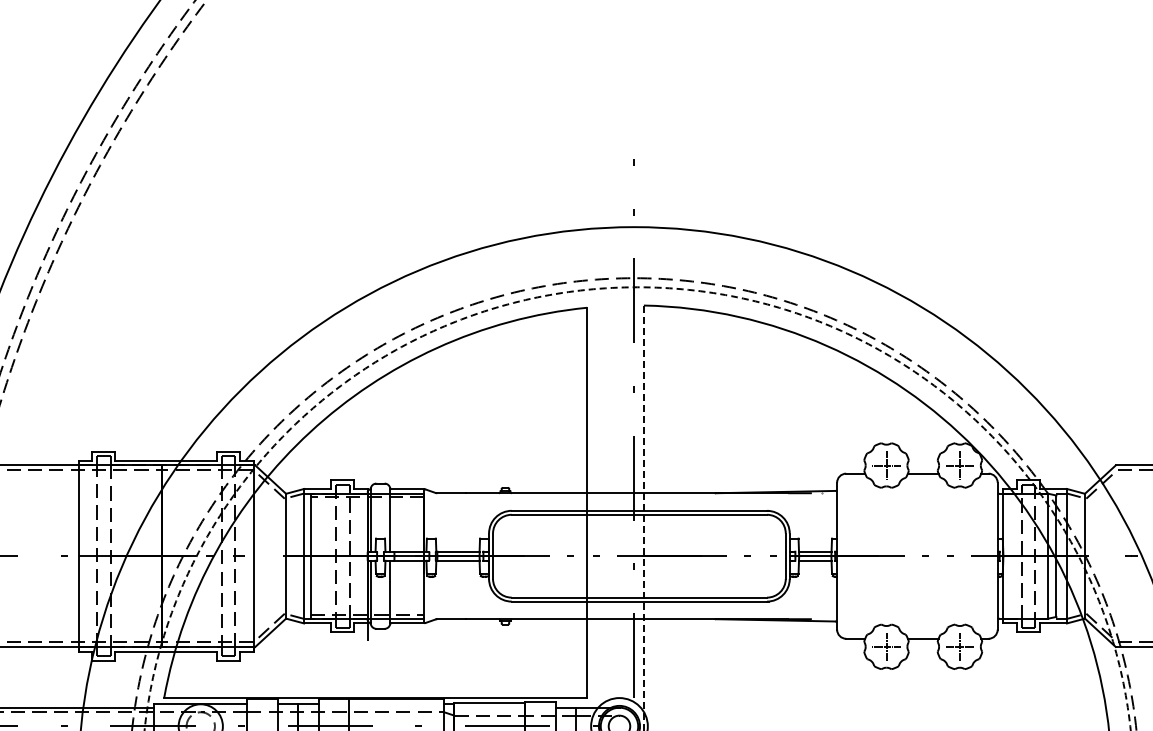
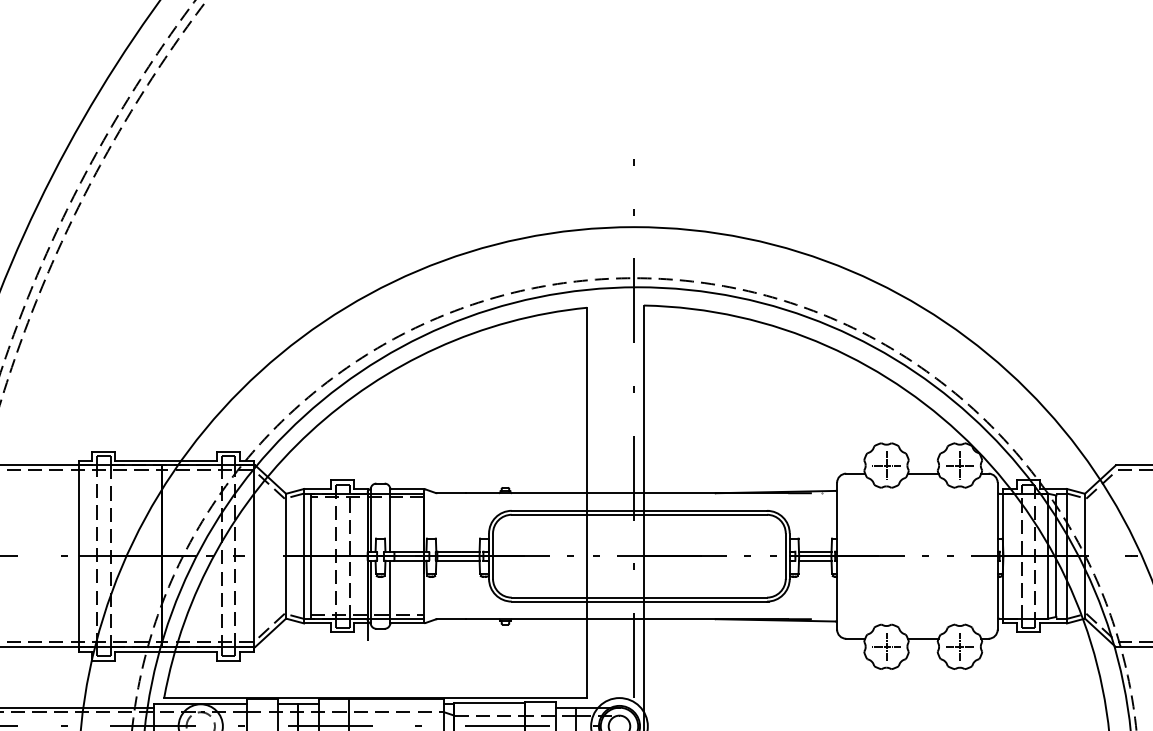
circle at (637, 508): dashed -> solid
line at (643, 518): dashed -> solid
